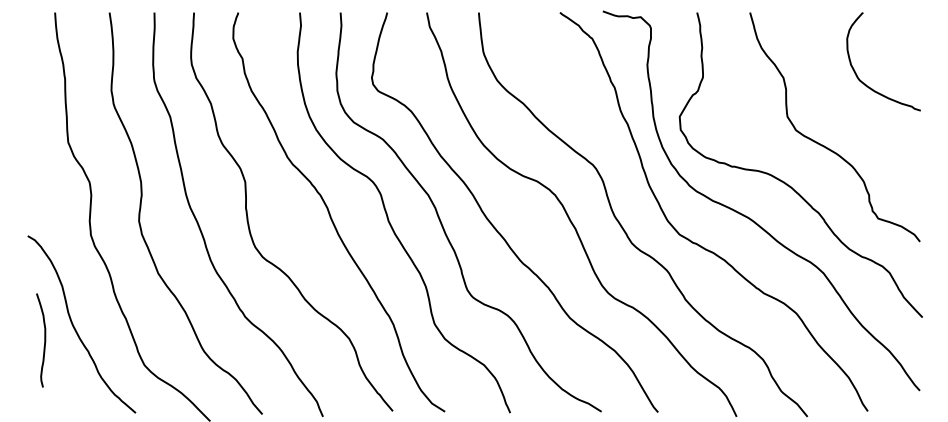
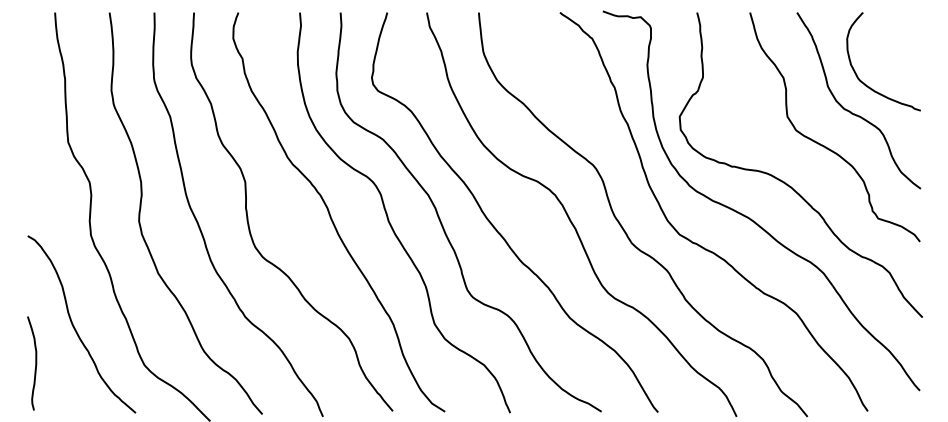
curve at (851, 111): none -> present
curve at (44, 340) position: (44, 340) -> (35, 363)
